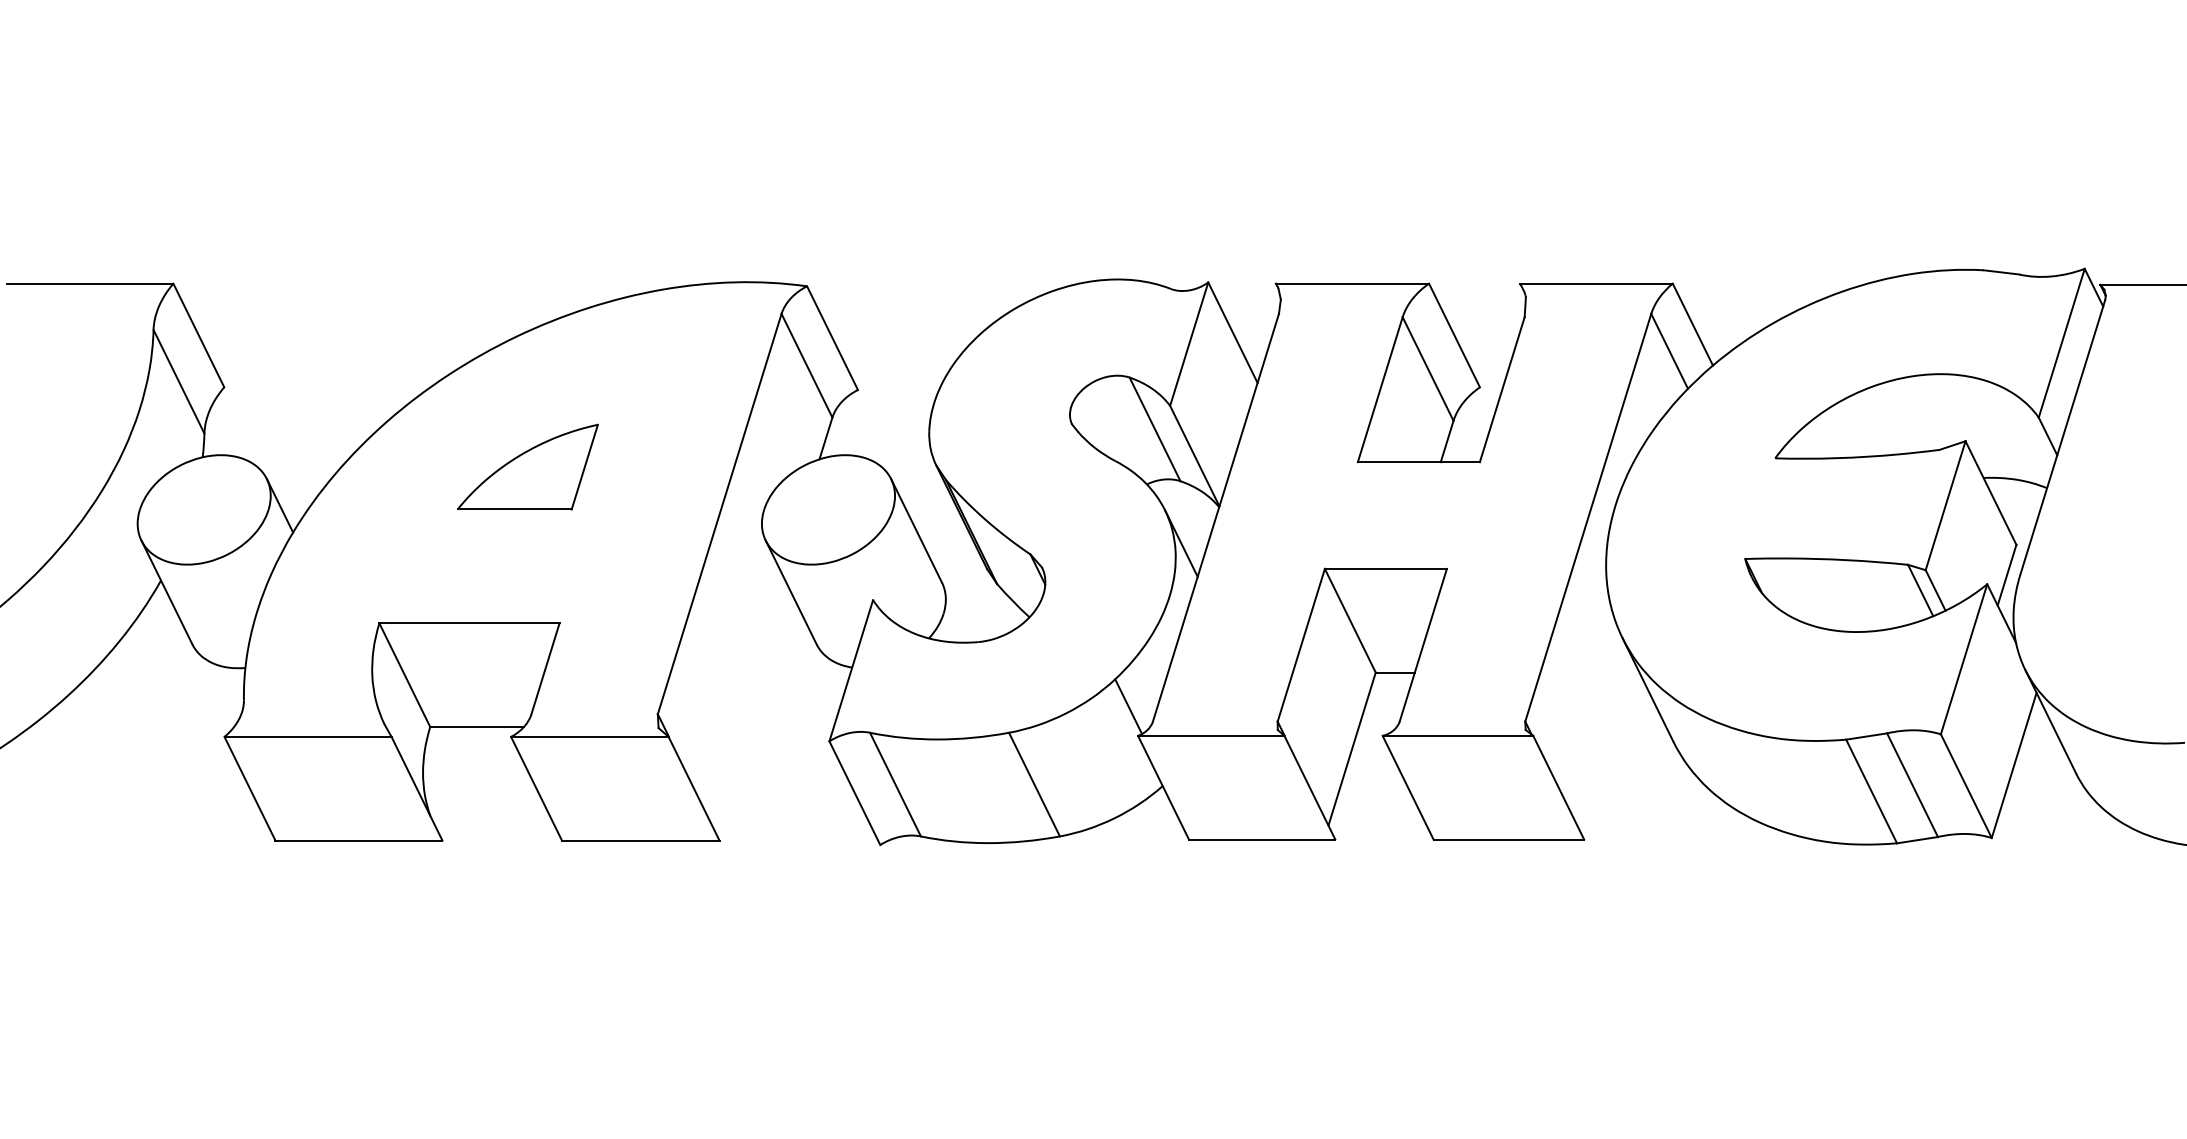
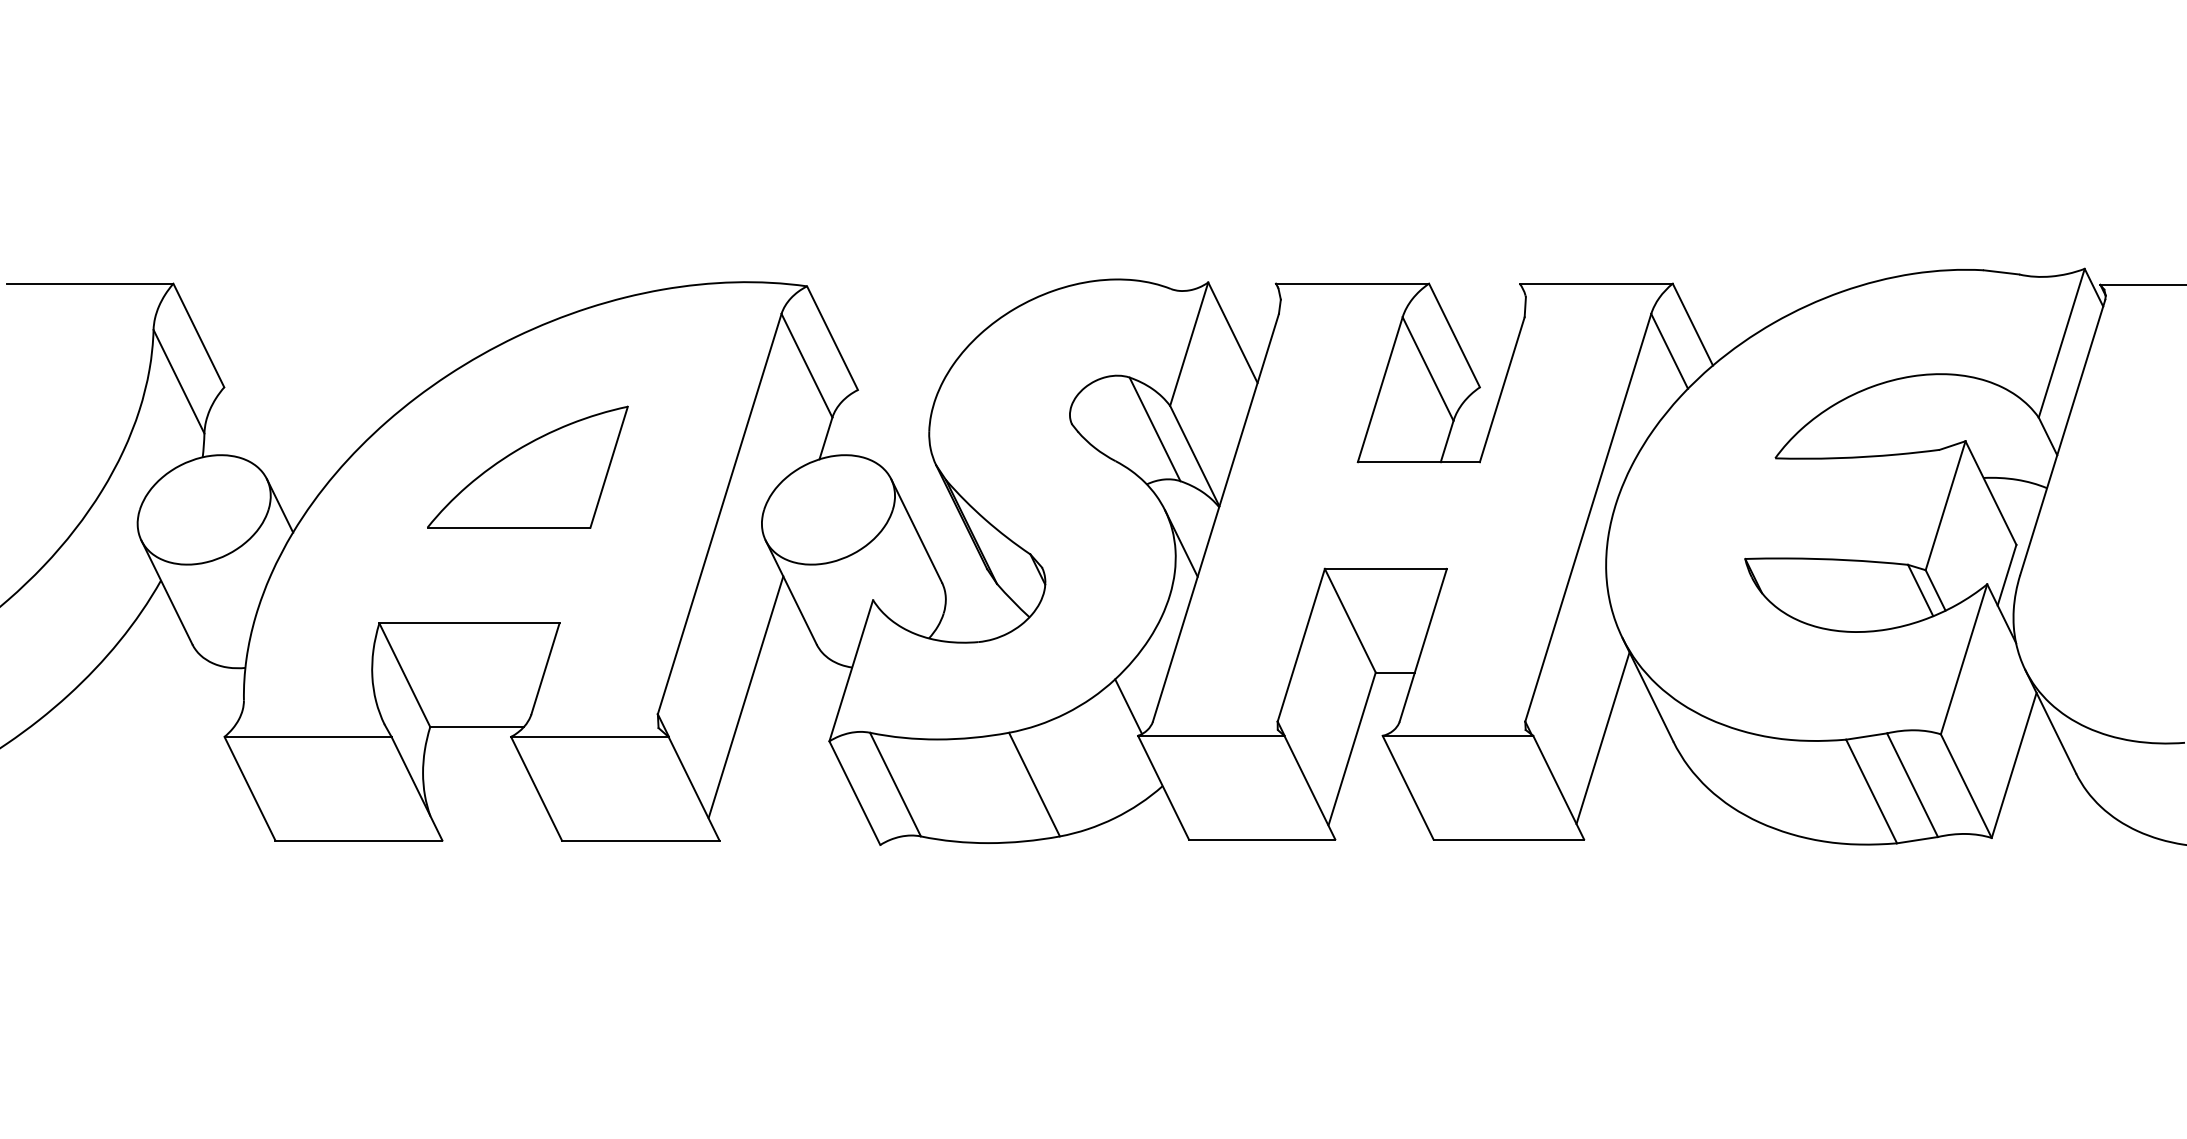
part at (527, 466) size: 142x88 px -> 202x124 px
line at (745, 696): none -> present
line at (1602, 738): none -> present
